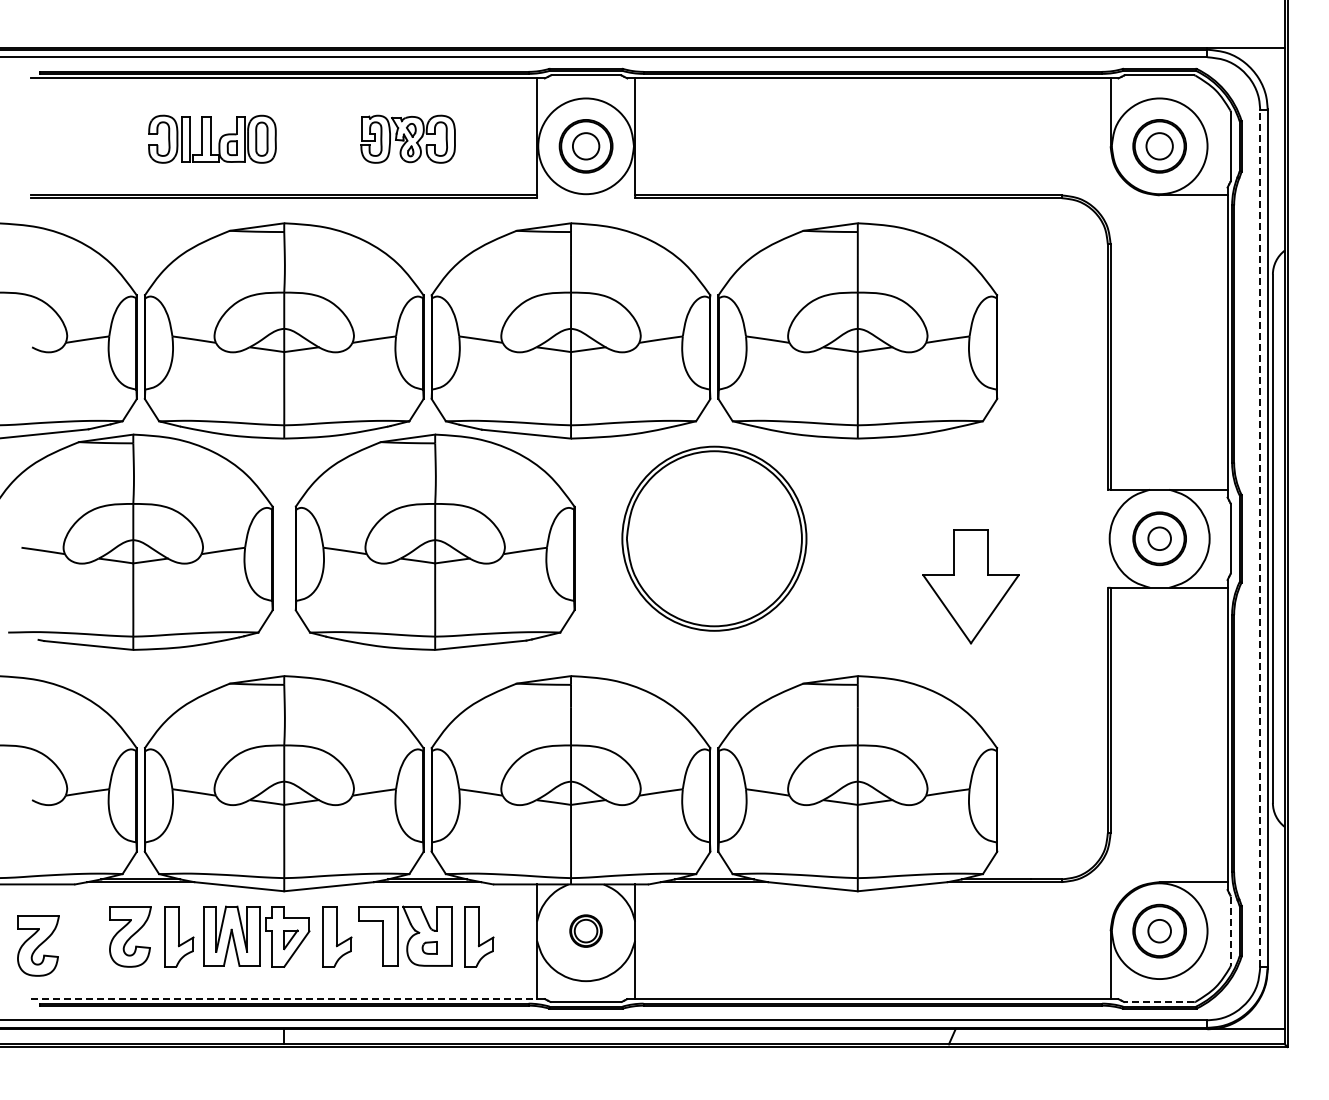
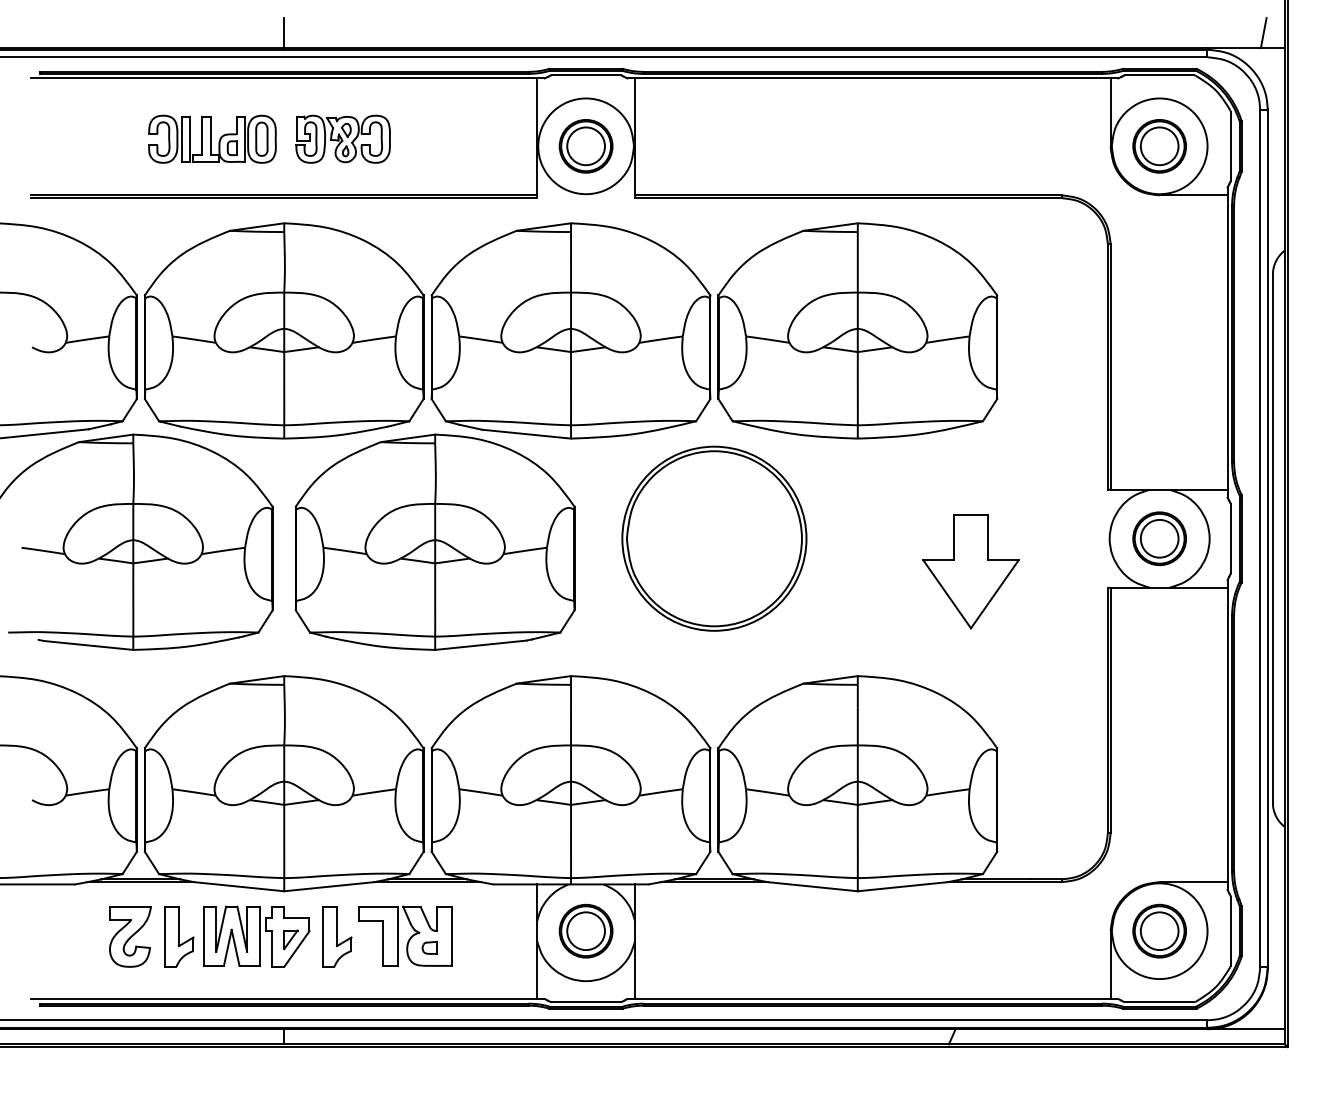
line at (284, 33): none -> present
line at (1263, 33): none -> present
part at (407, 138) position: (407, 138) -> (342, 138)
circle at (585, 146) diameter: 26 px -> 38 px
circle at (1159, 146) diameter: 26 px -> 38 px
circle at (1159, 538) diameter: 23 px -> 38 px
line at (1260, 538): dashed -> solid
part at (970, 586) position: (970, 586) -> (970, 571)
part at (585, 930) size: 34x34 px -> 56x56 px
circle at (1159, 930) diameter: 23 px -> 38 px
line at (1230, 931): dashed -> solid
part at (479, 936): present -> none
part at (38, 945): present -> none
line at (284, 999): dashed -> solid
line at (1159, 1002): dashed -> solid
